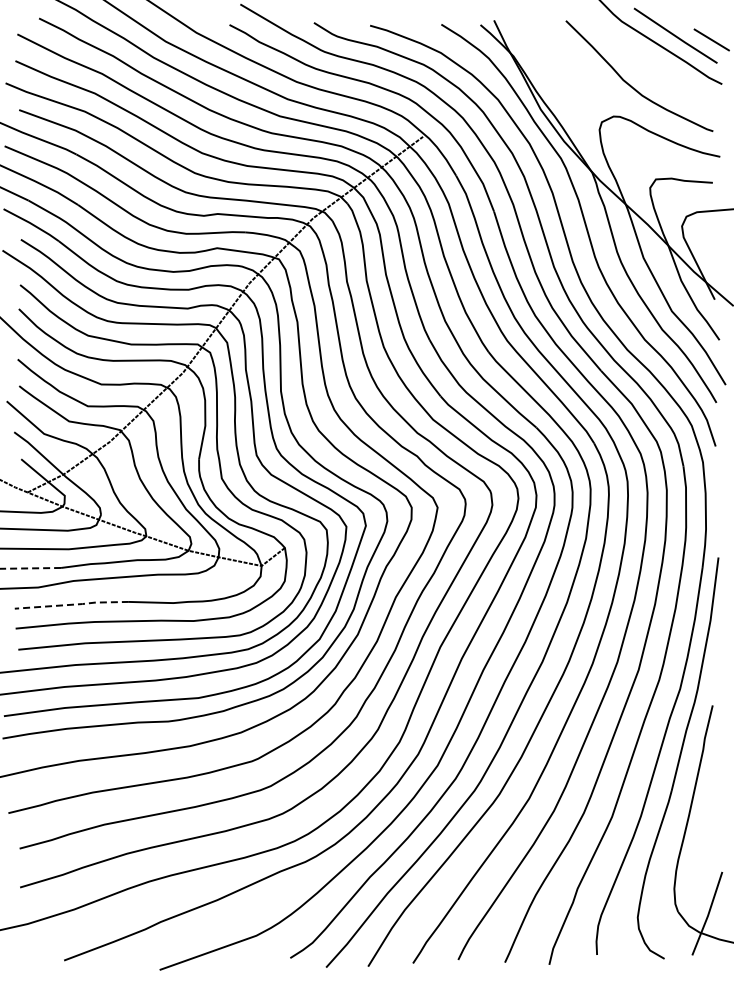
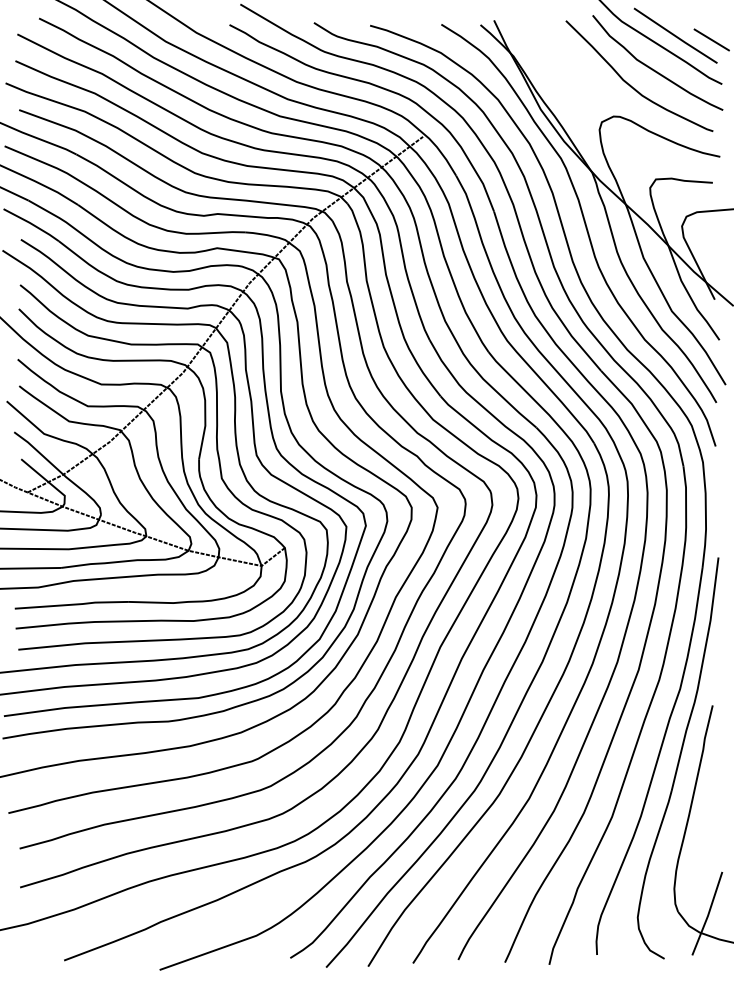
curve at (654, 69): none -> present
line at (30, 568): dashed -> solid
line at (72, 604): dashed -> solid
